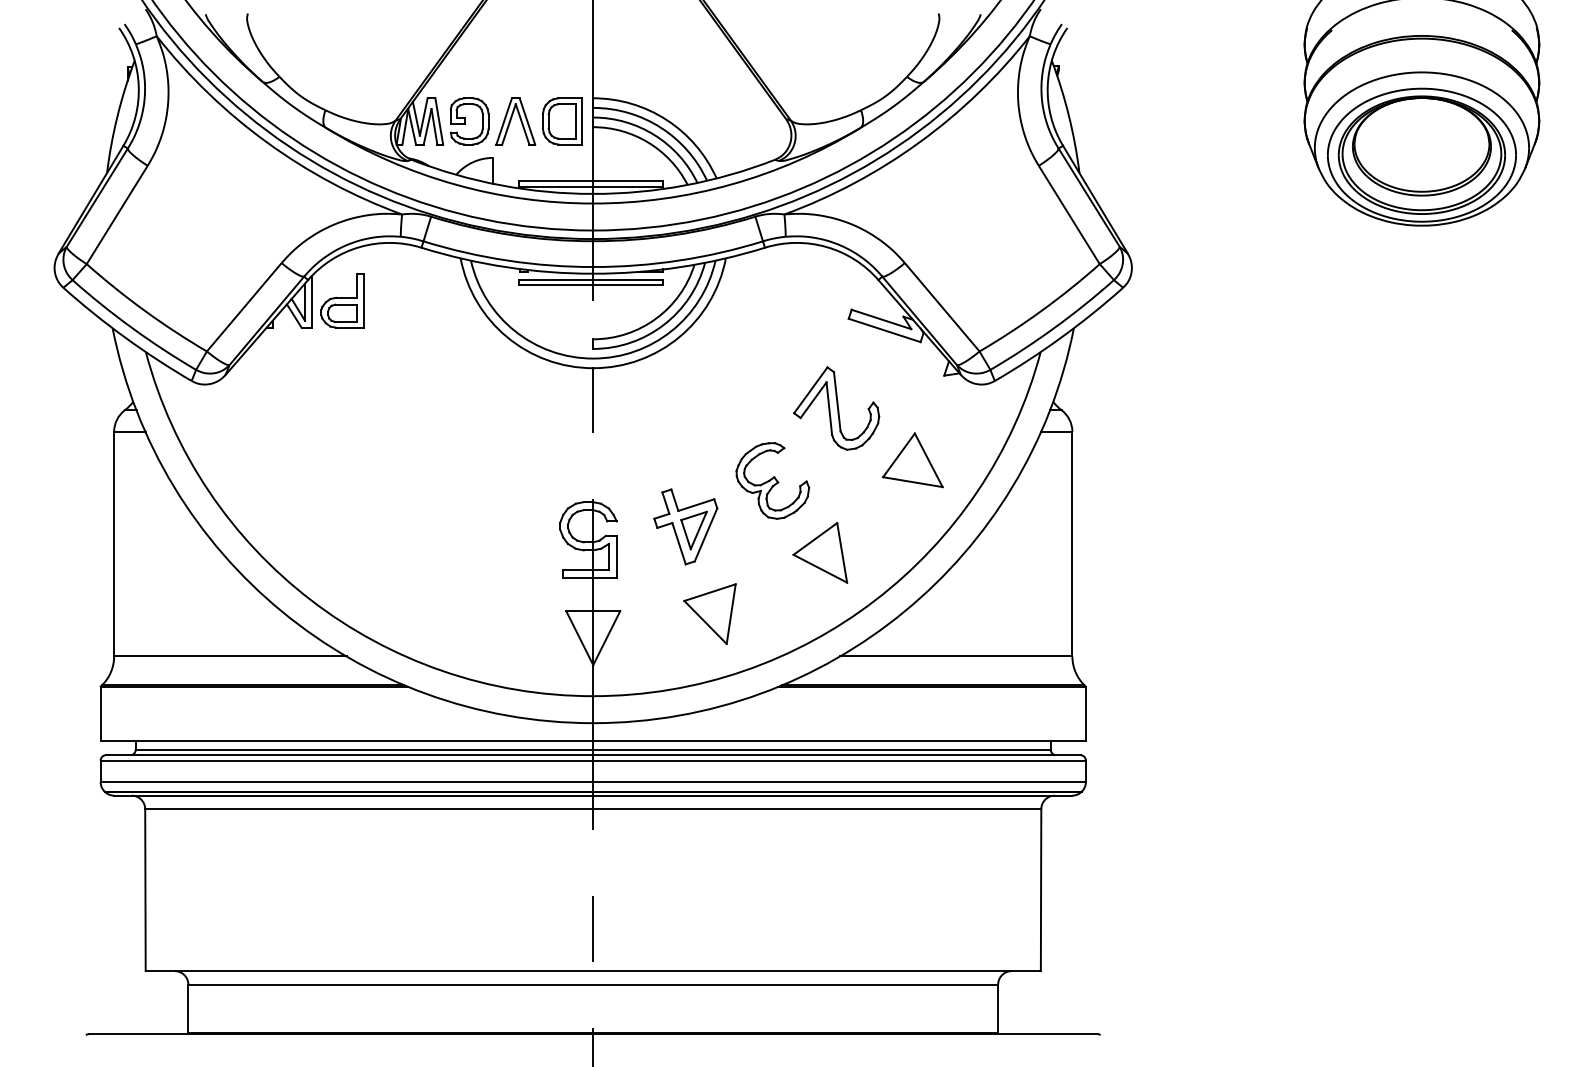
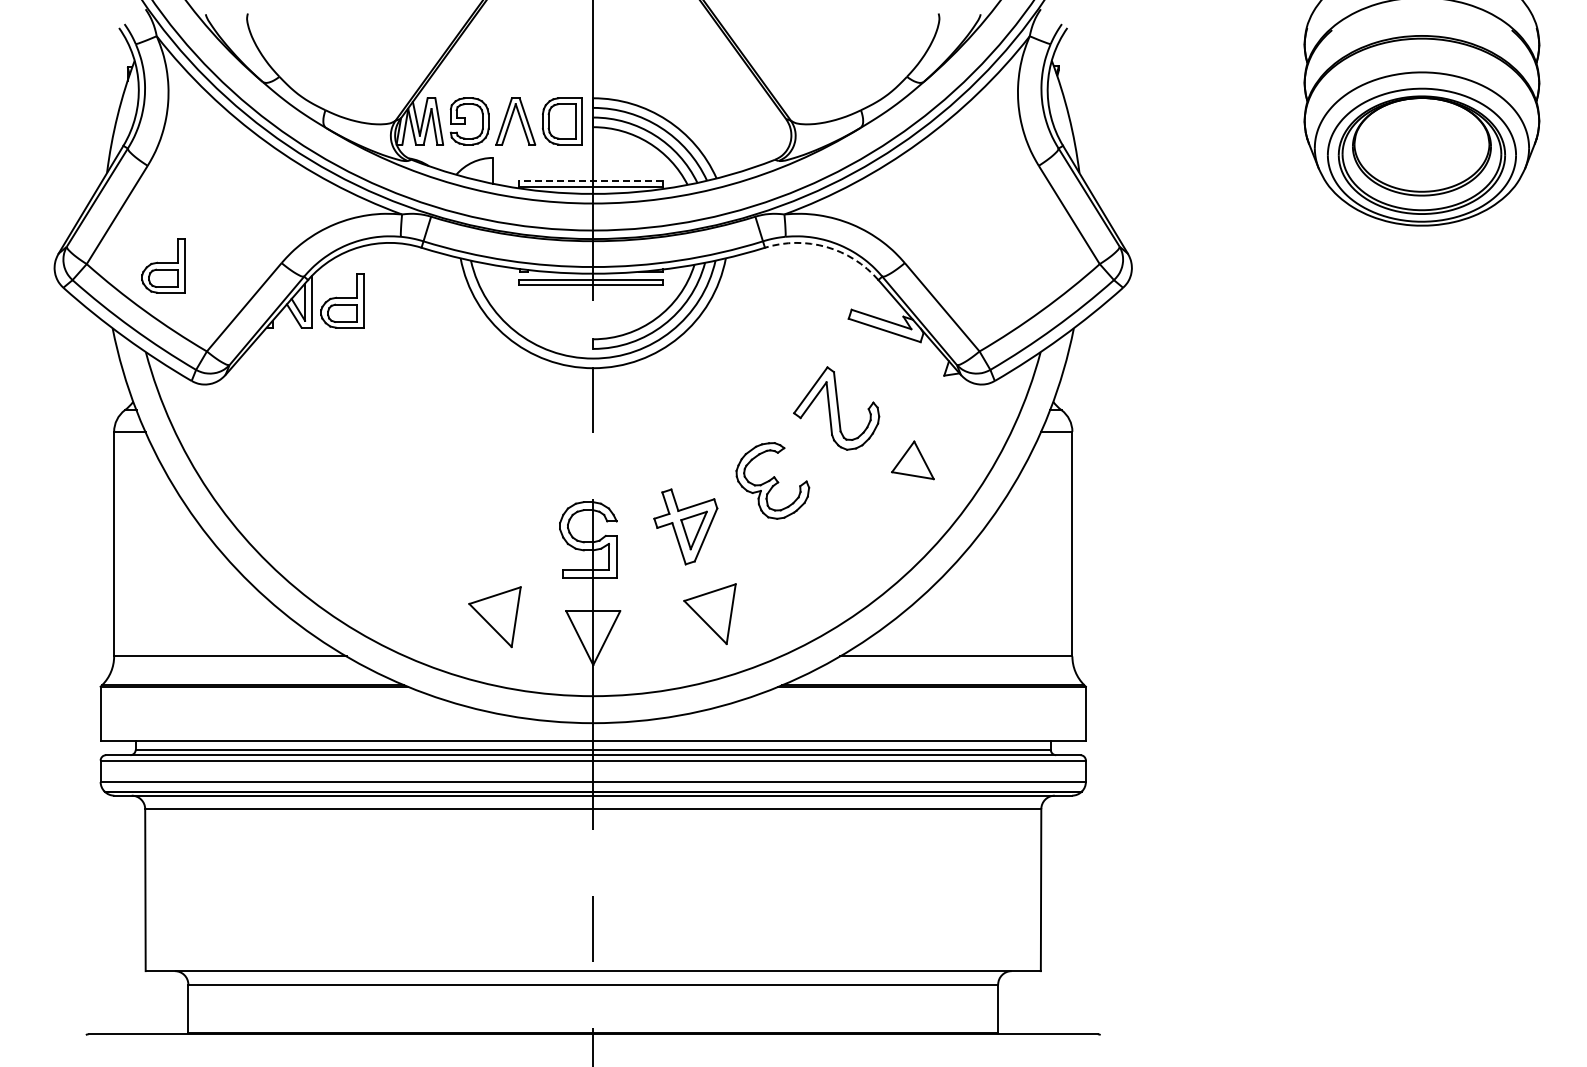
line at (590, 181): solid -> dashed
arc at (826, 247): solid -> dashed
part at (163, 265): none -> present
part at (912, 460) size: 62x57 px -> 44x41 px
part at (820, 552): present -> none
part at (494, 617): none -> present
